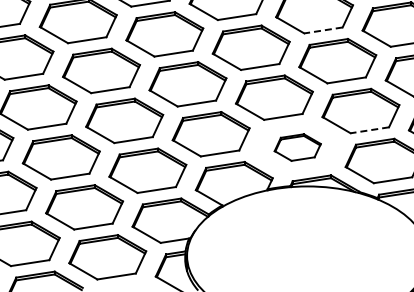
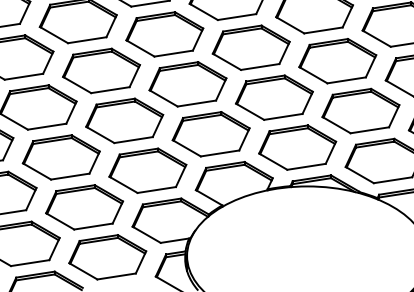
line at (322, 30): dashed -> solid
line at (369, 130): dashed -> solid
part at (297, 147) size: 49x29 px -> 80x47 px
